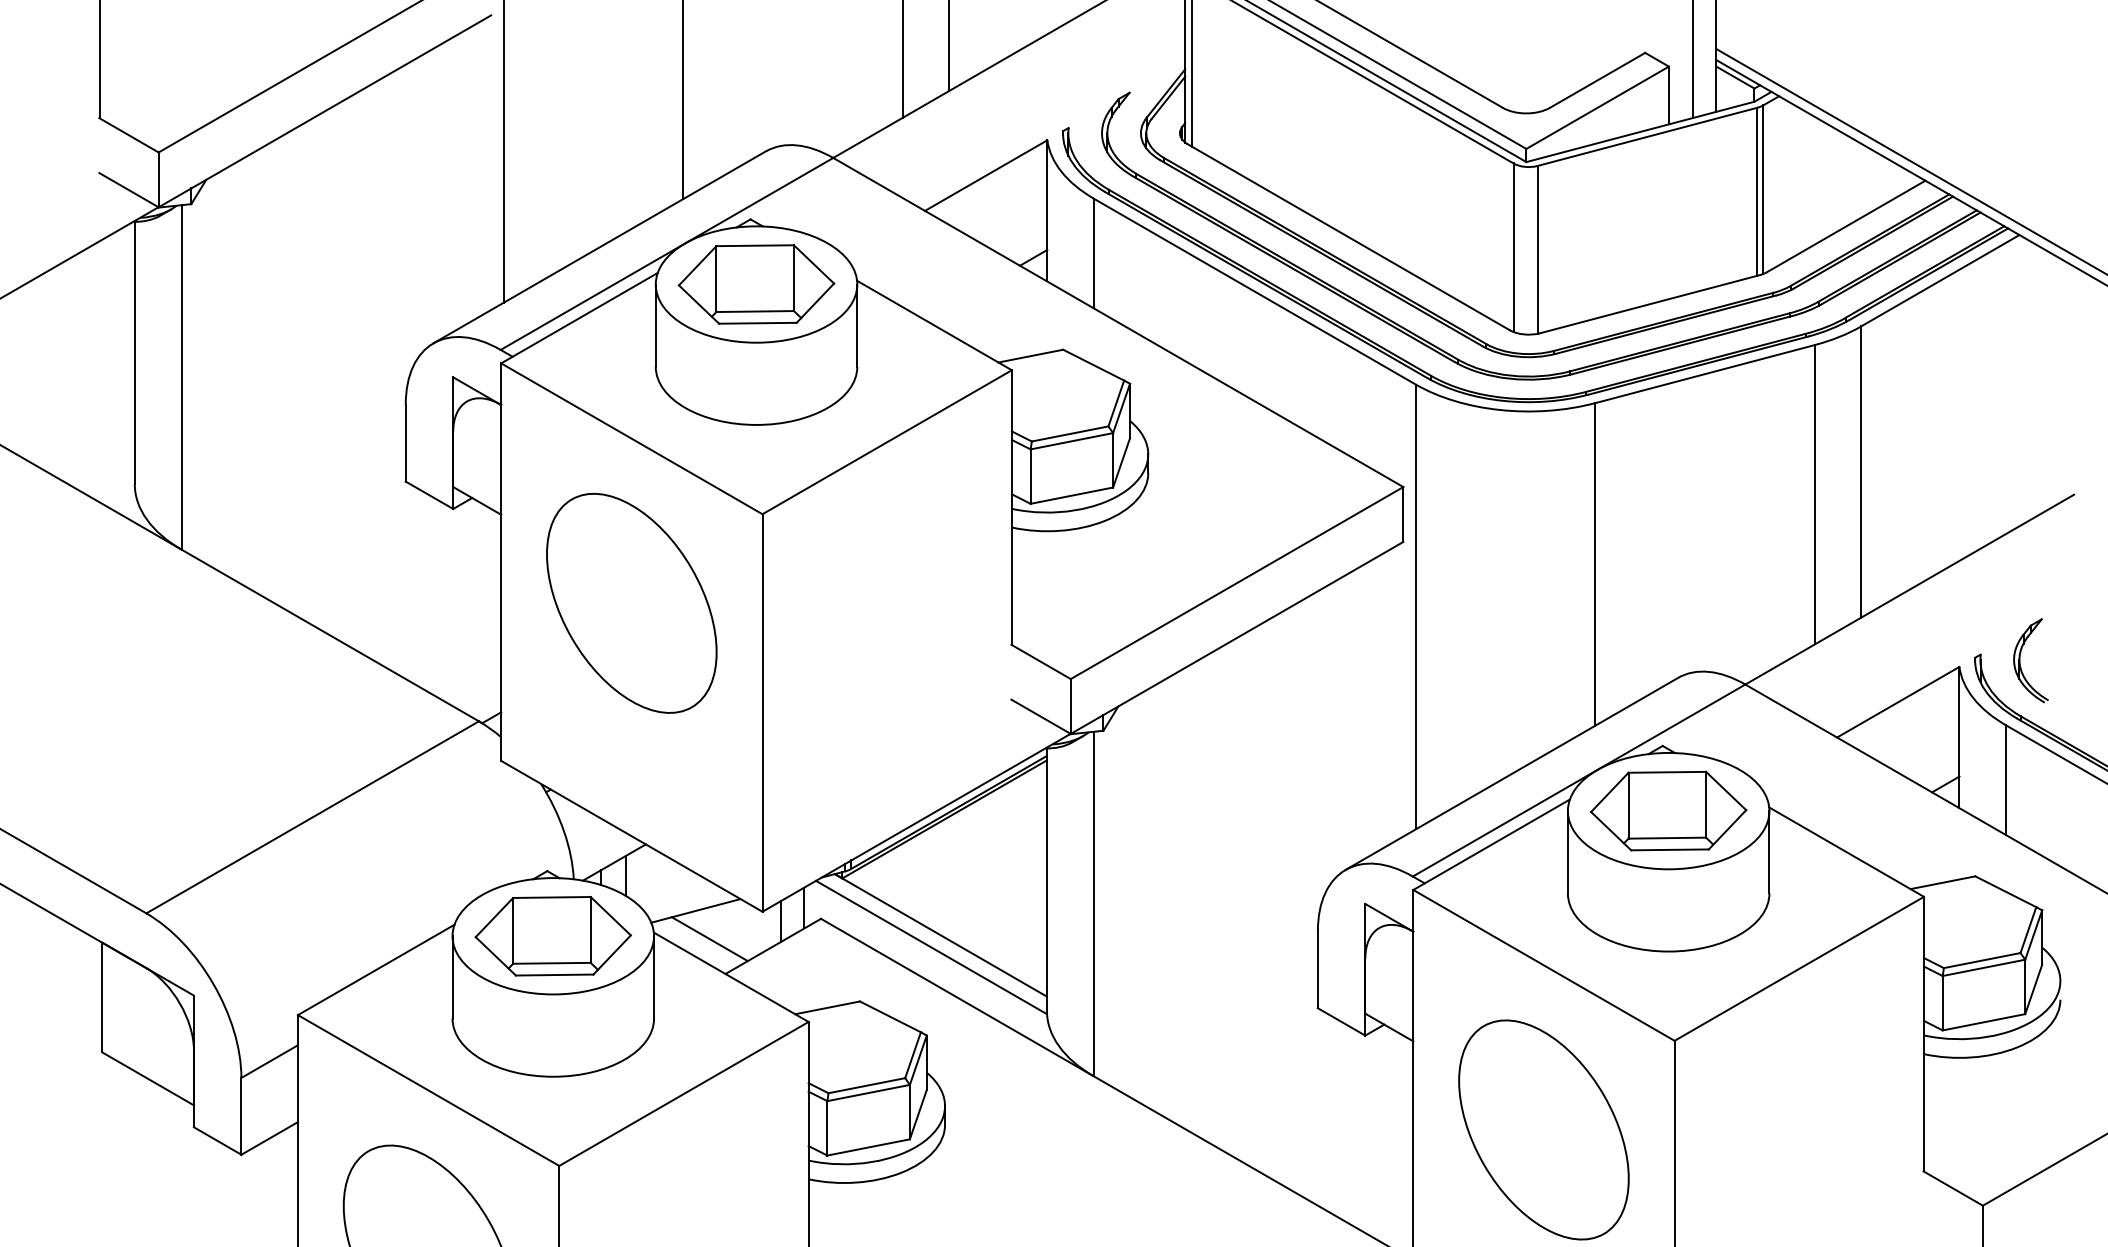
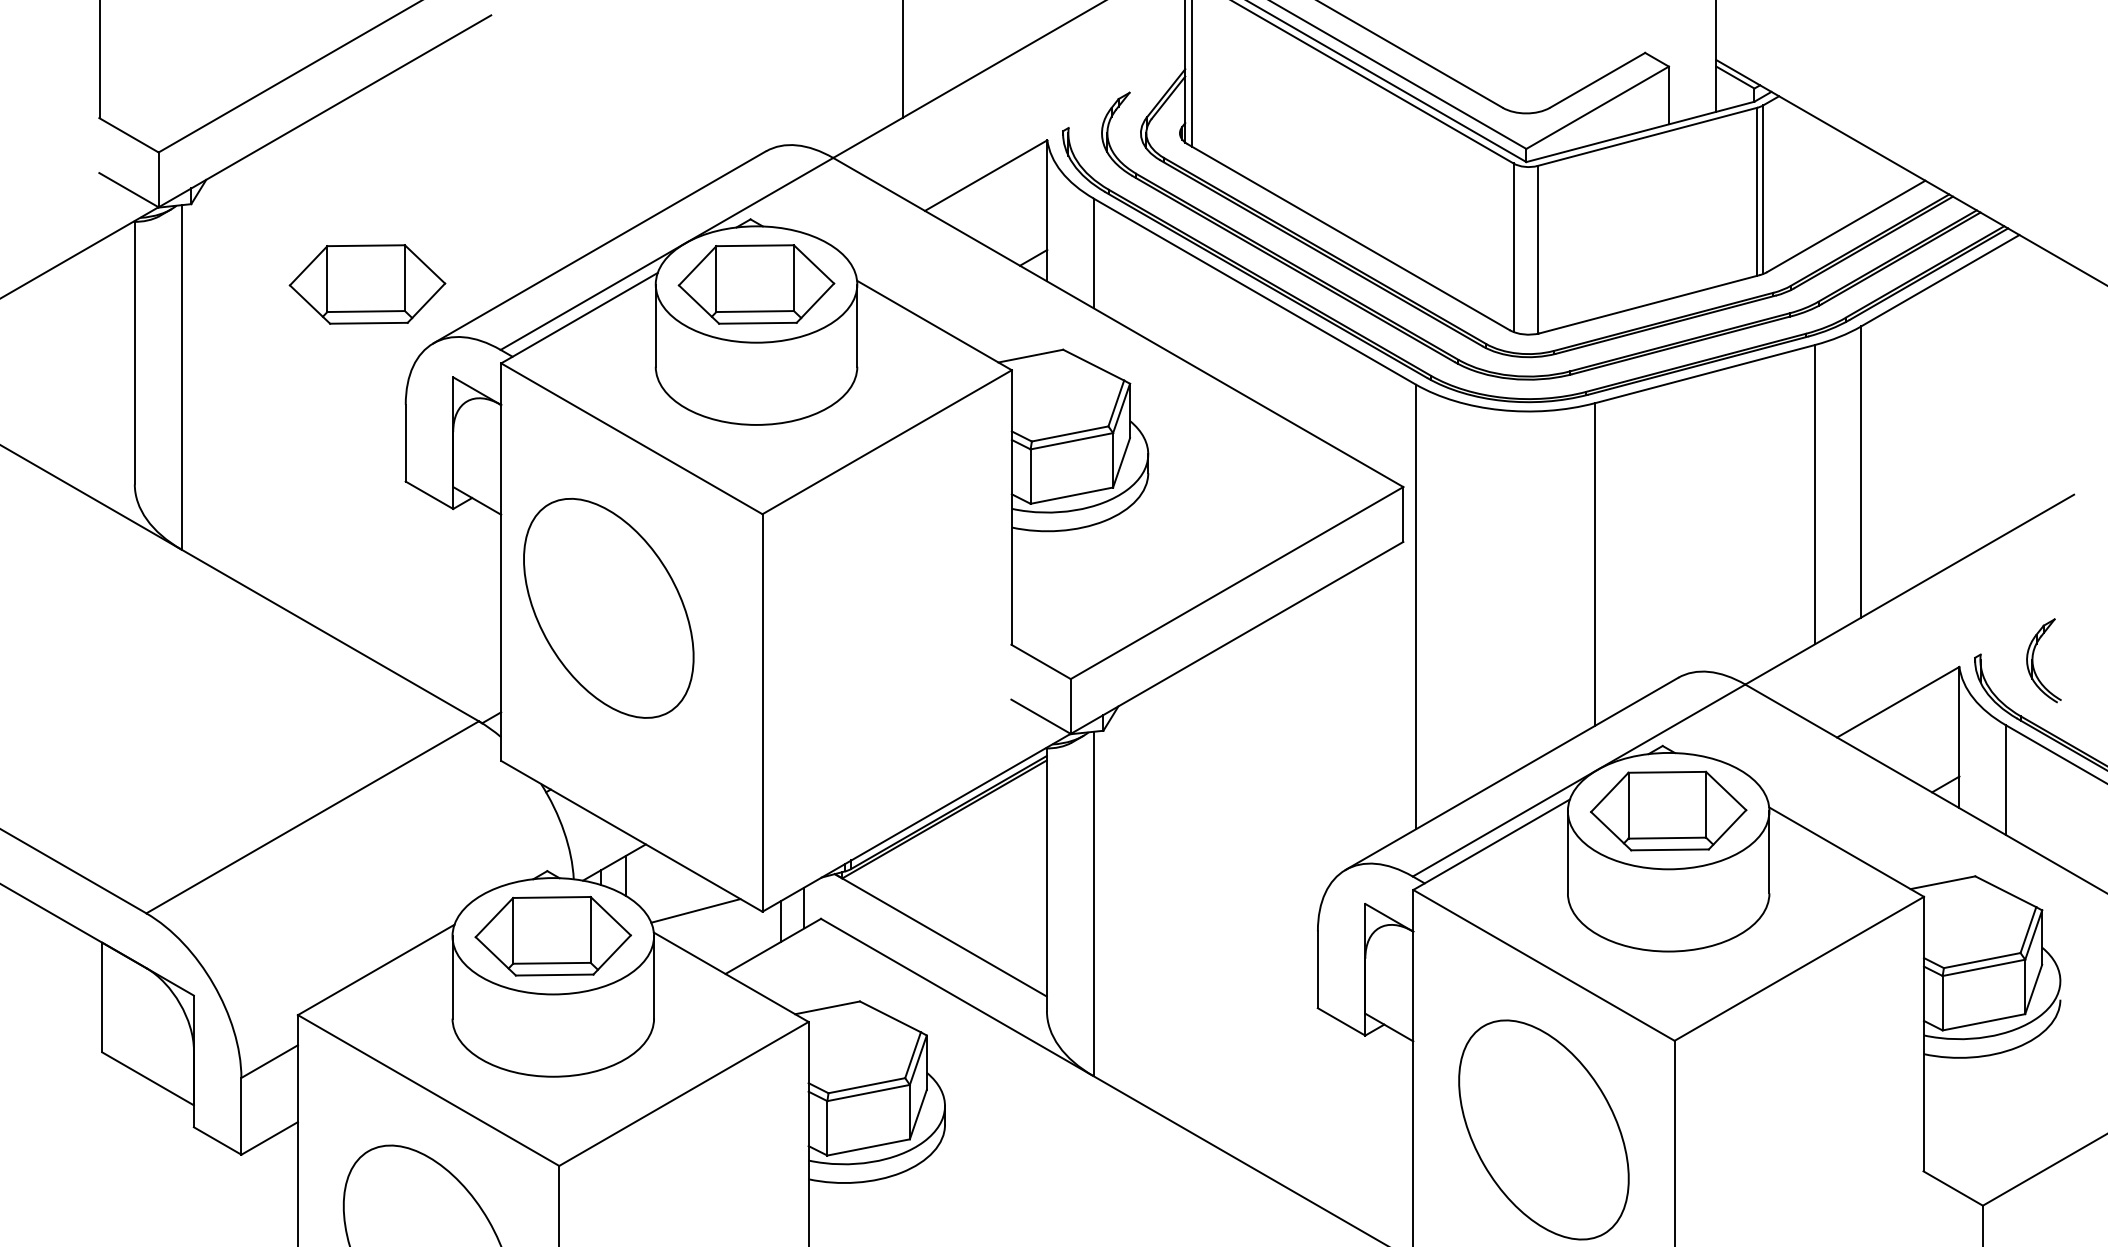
line at (949, 46): present -> none
line at (1692, 60): present -> none
line at (683, 100): present -> none
line at (503, 152): present -> none
line at (1910, 161): present -> none
part at (367, 284): none -> present
part at (631, 602) position: (631, 602) -> (608, 607)
part at (2020, 660) position: (2020, 660) -> (2033, 660)
line at (709, 939): present -> none
line at (931, 947): present -> none
